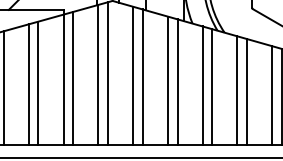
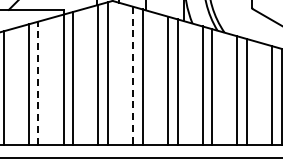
line at (133, 76): solid -> dashed
line at (38, 83): solid -> dashed
